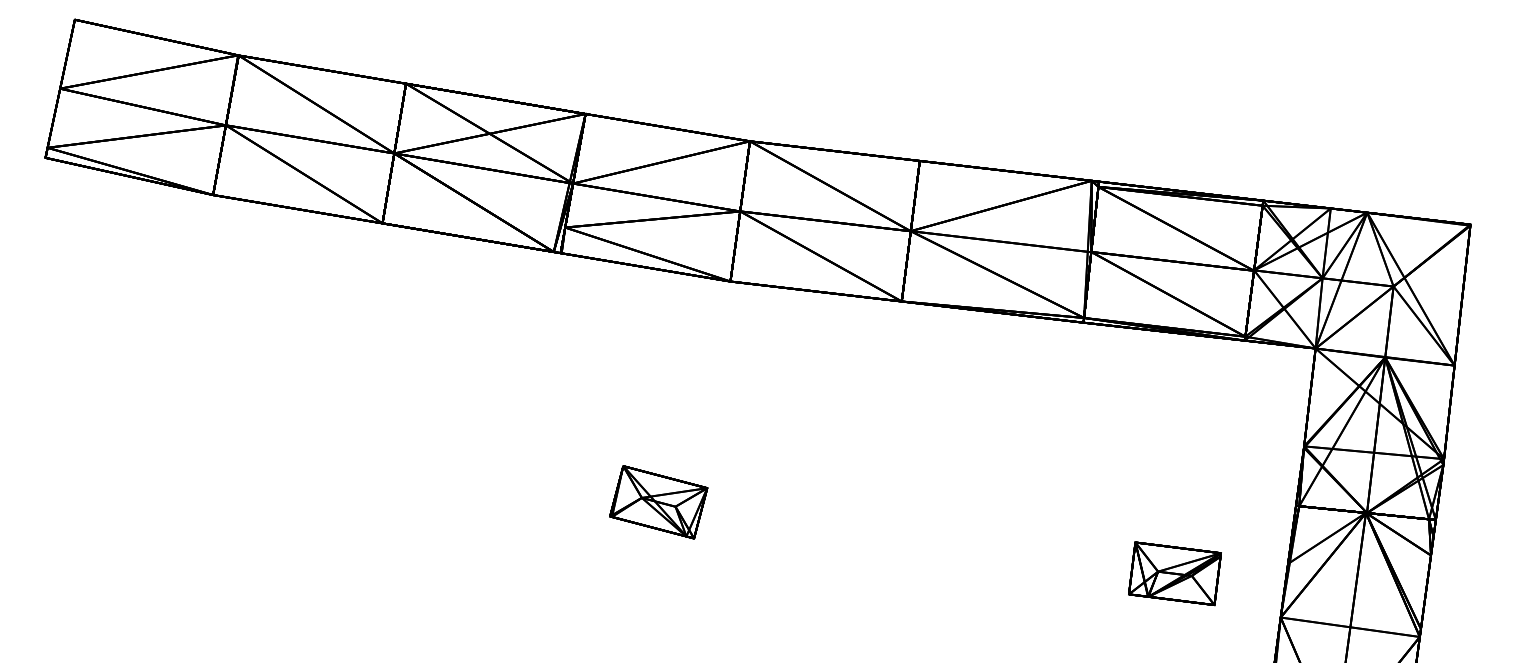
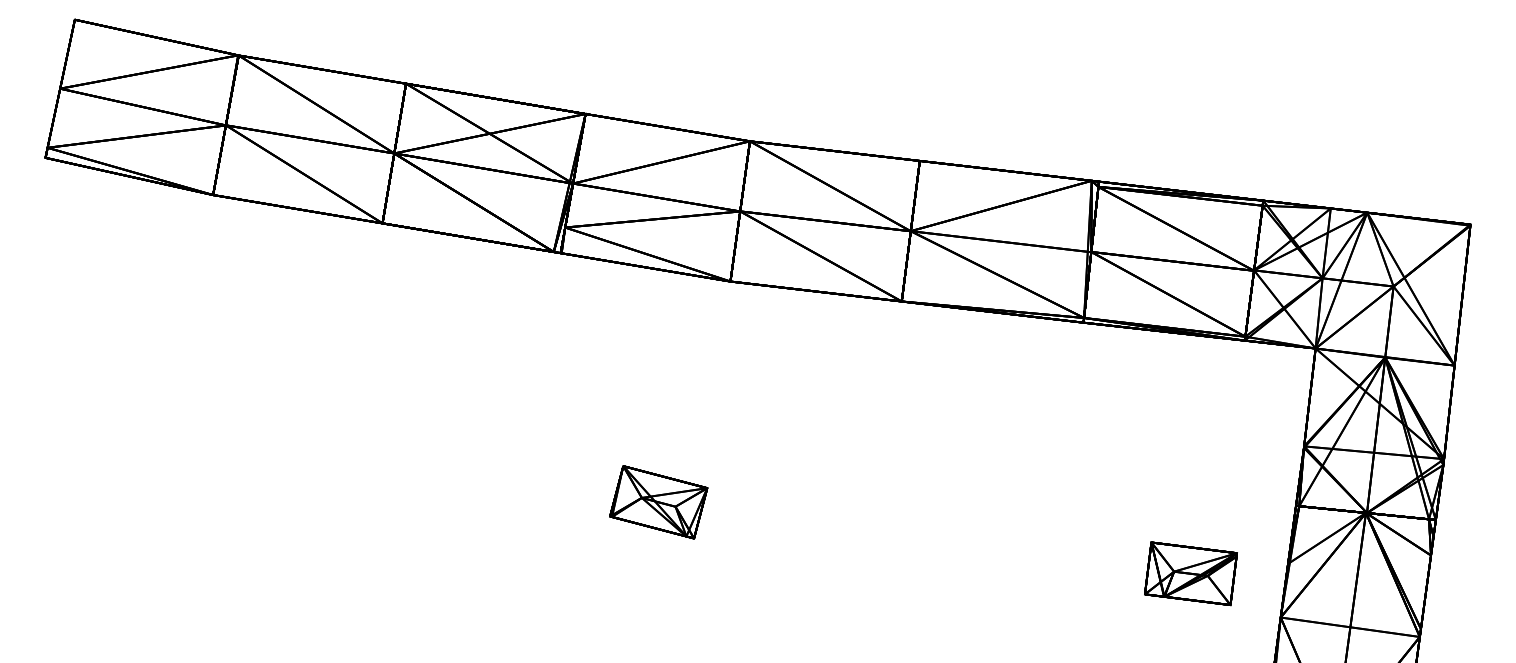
part at (1174, 573) position: (1174, 573) -> (1190, 573)
